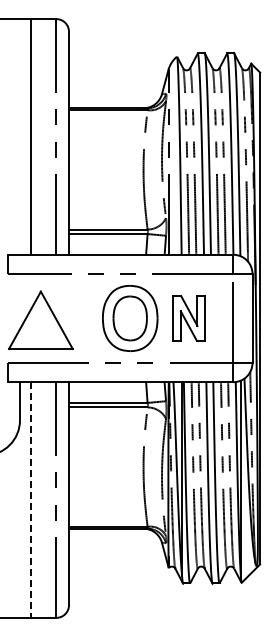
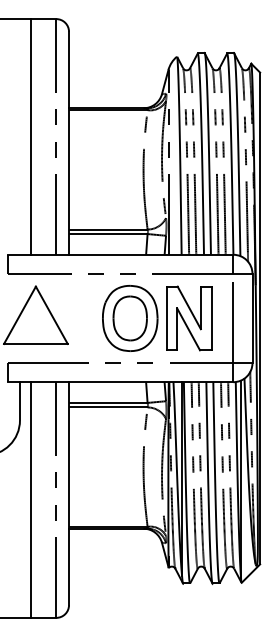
part at (188, 318) size: 34x47 px -> 47x67 px
part at (40, 319) position: (40, 319) -> (35, 314)
line at (30, 500): dashed -> solid
